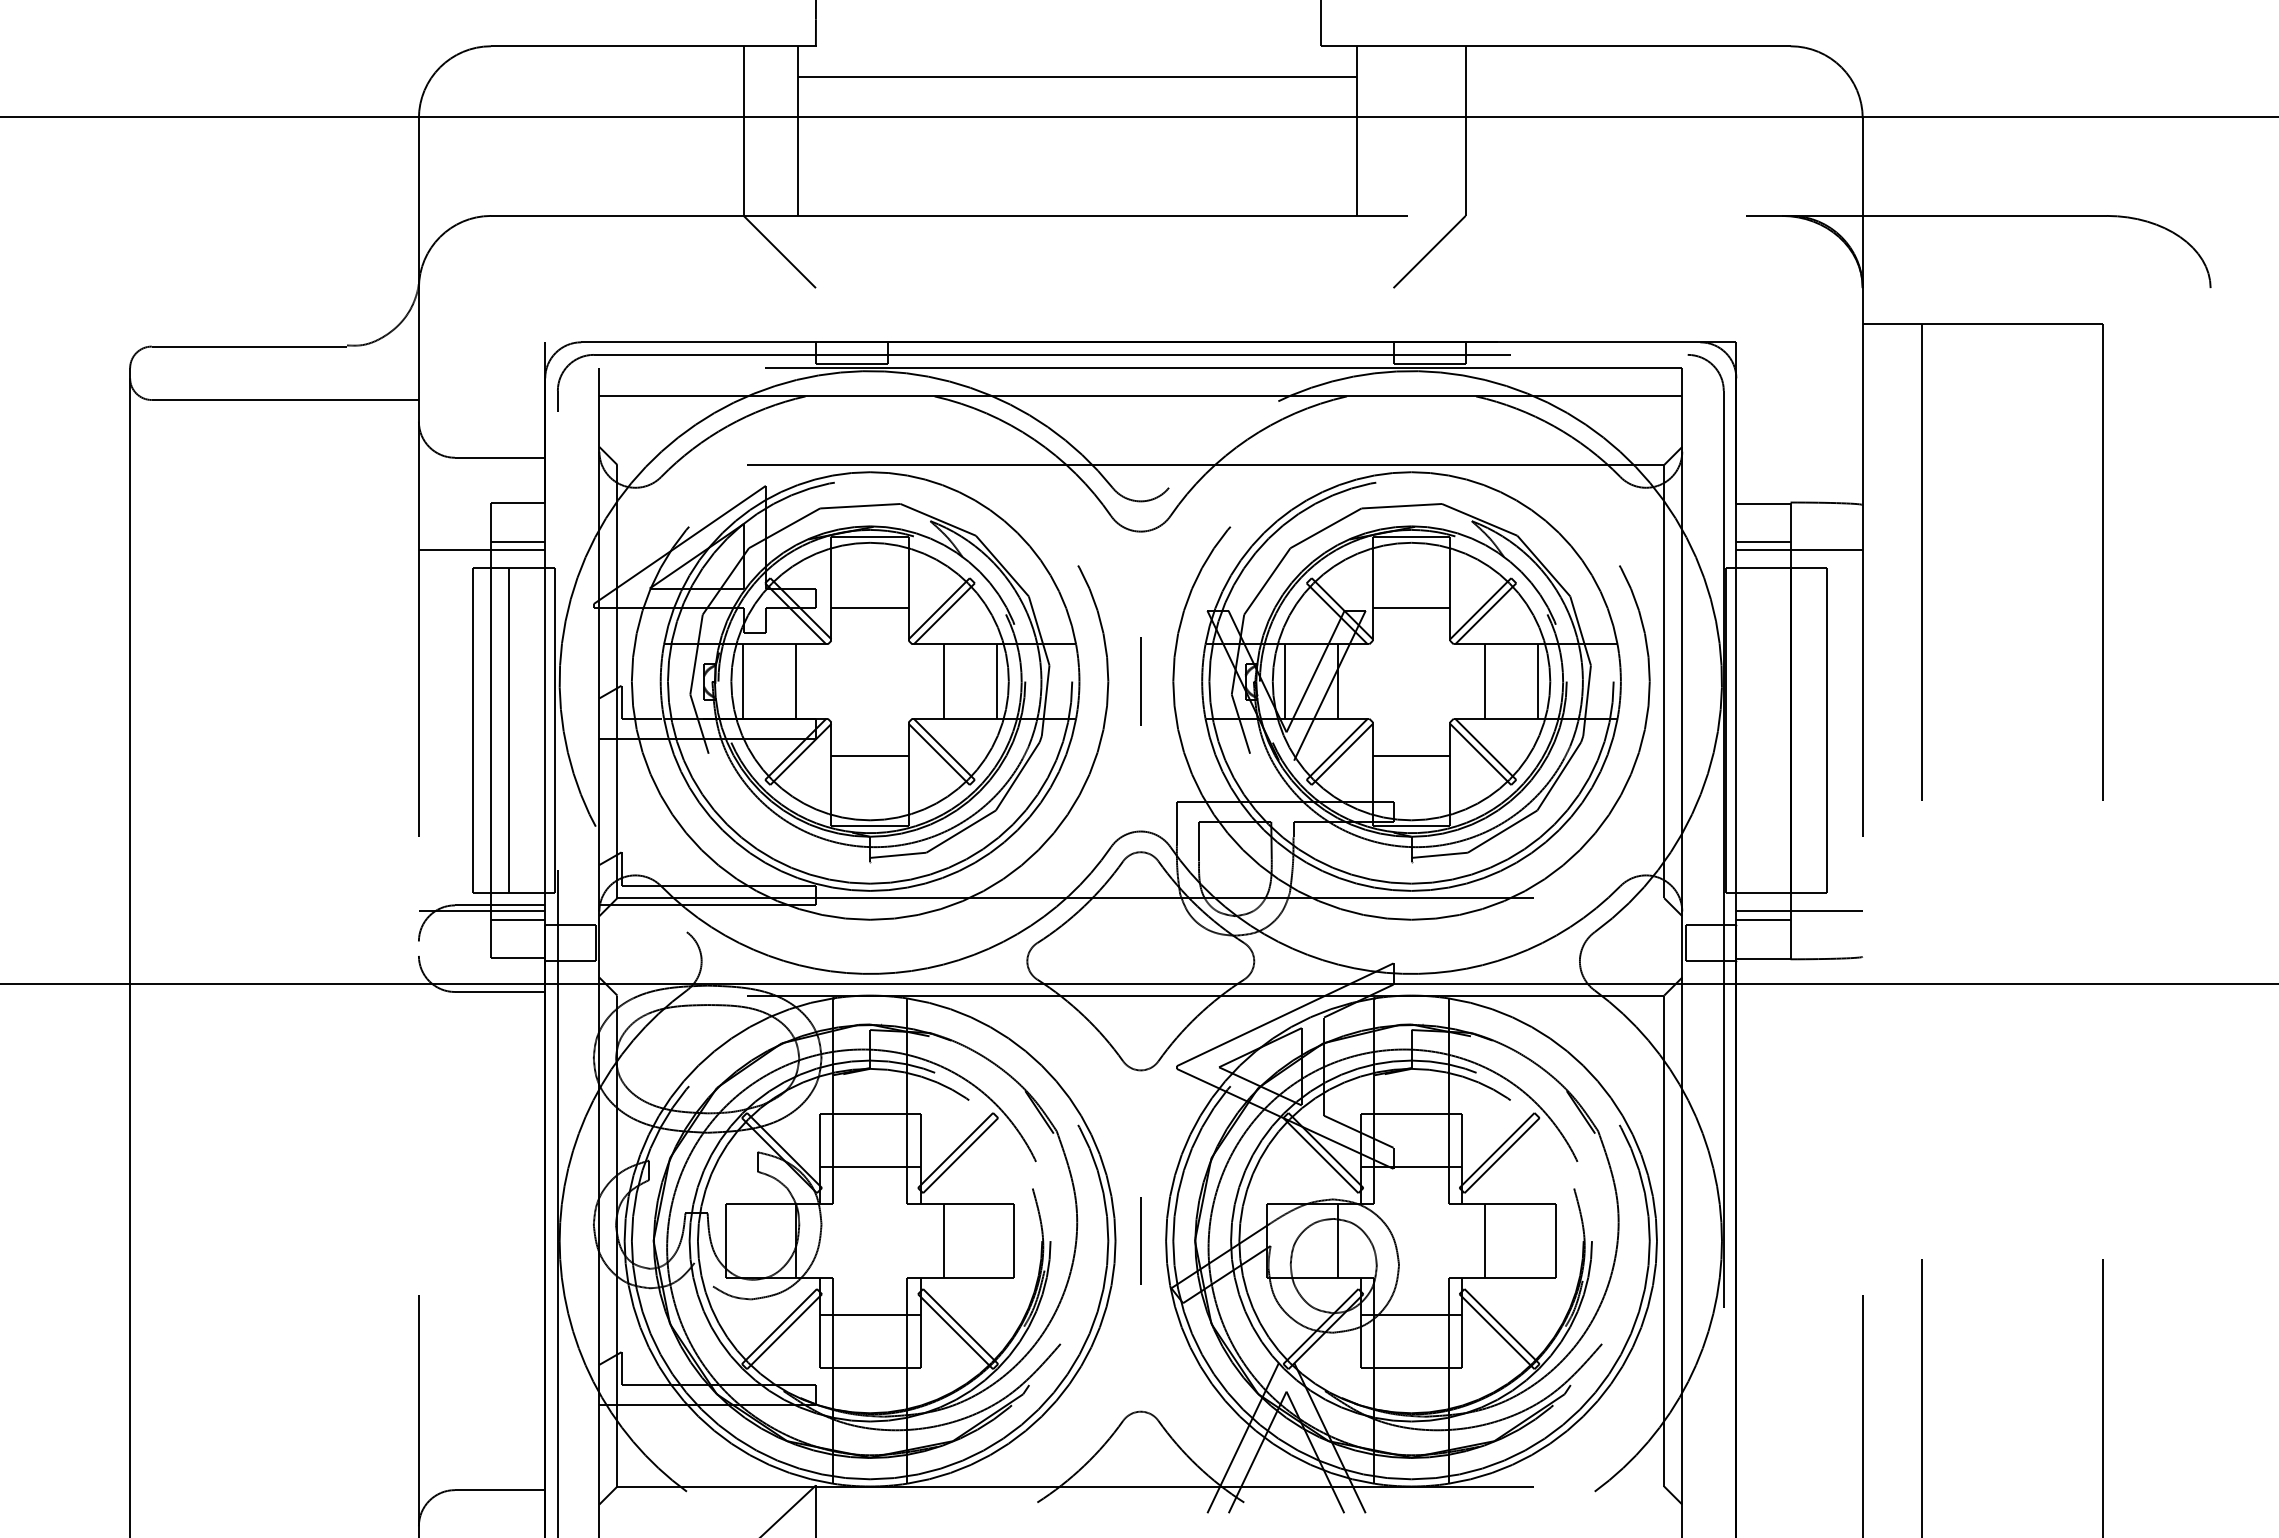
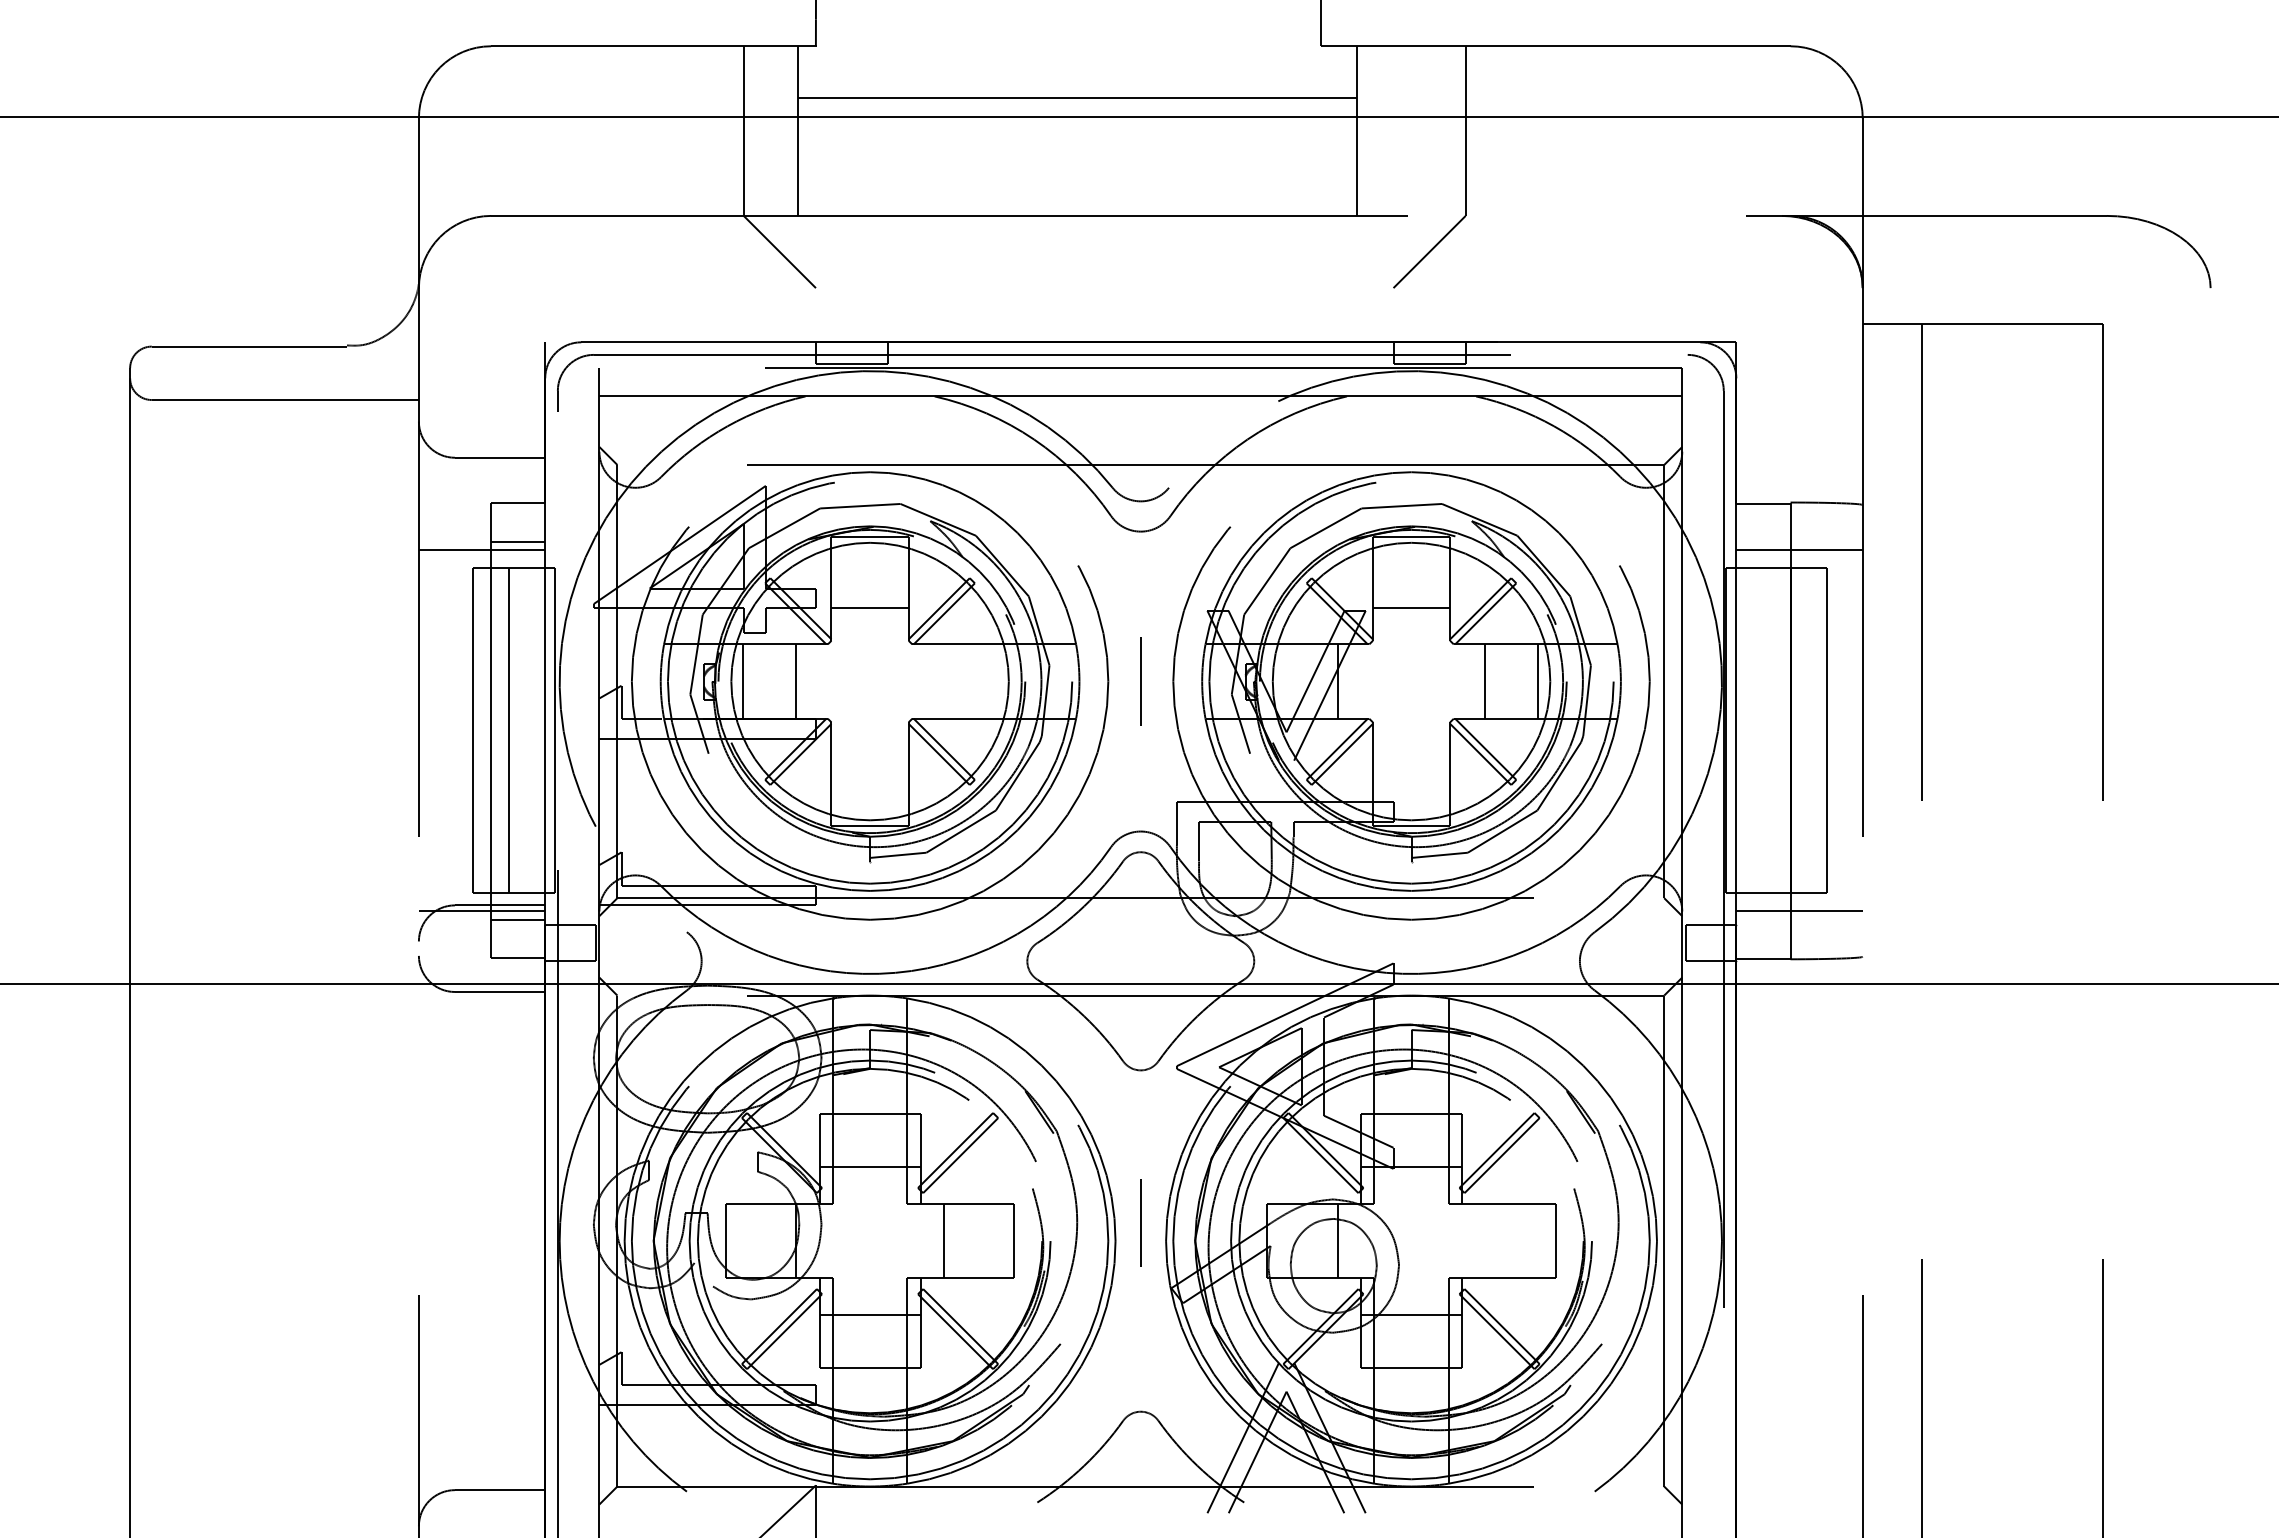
line at (1077, 76) position: (1077, 76) -> (1077, 97)
line at (1763, 541): present -> none
line at (944, 681): present -> none
line at (996, 681): present -> none
line at (1284, 681): present -> none
line at (869, 755): present -> none
line at (1411, 755): present -> none
line at (1763, 920): present -> none
line at (1140, 1240) position: (1140, 1240) -> (1140, 1222)
line at (1485, 1240): present -> none
